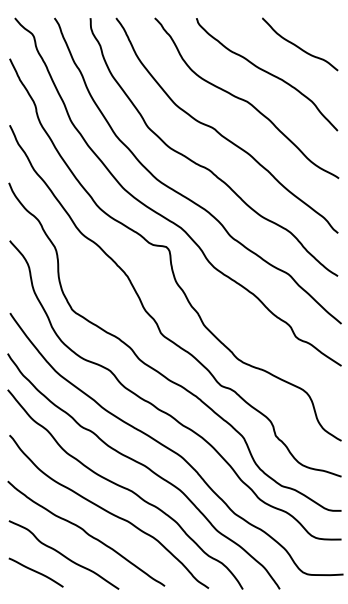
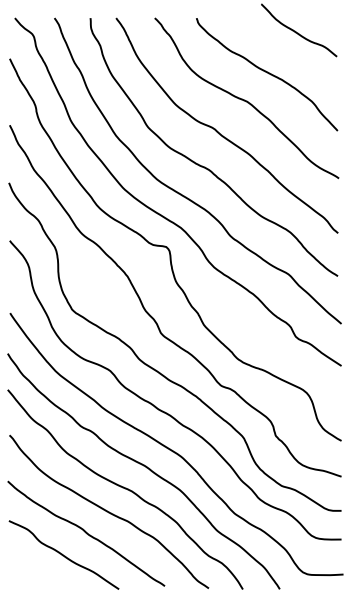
curve at (299, 46) position: (299, 46) -> (298, 32)
curve at (35, 572): present -> none
